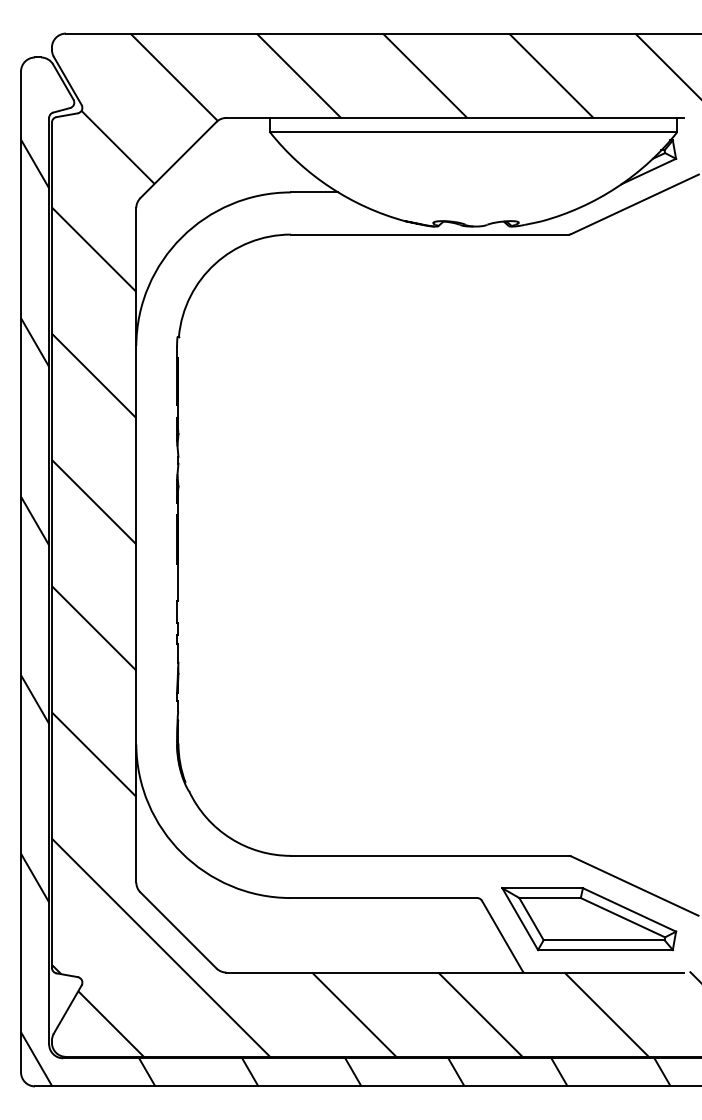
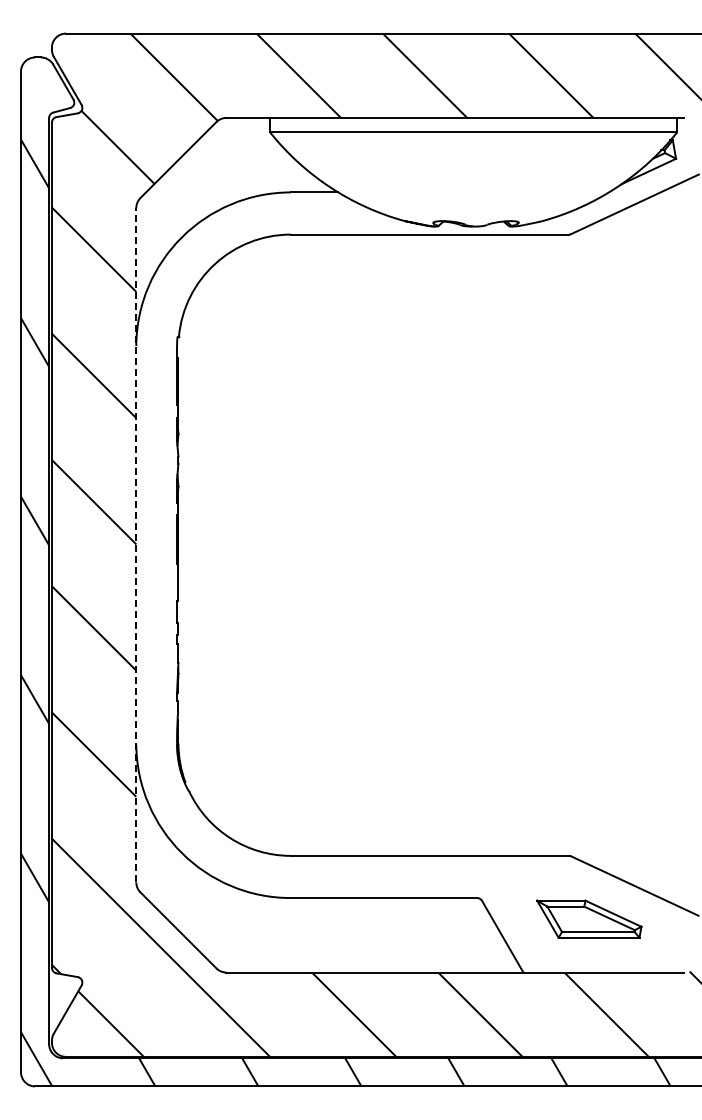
line at (136, 544): solid -> dashed
part at (589, 919) size: 177x65 px -> 107x40 px
